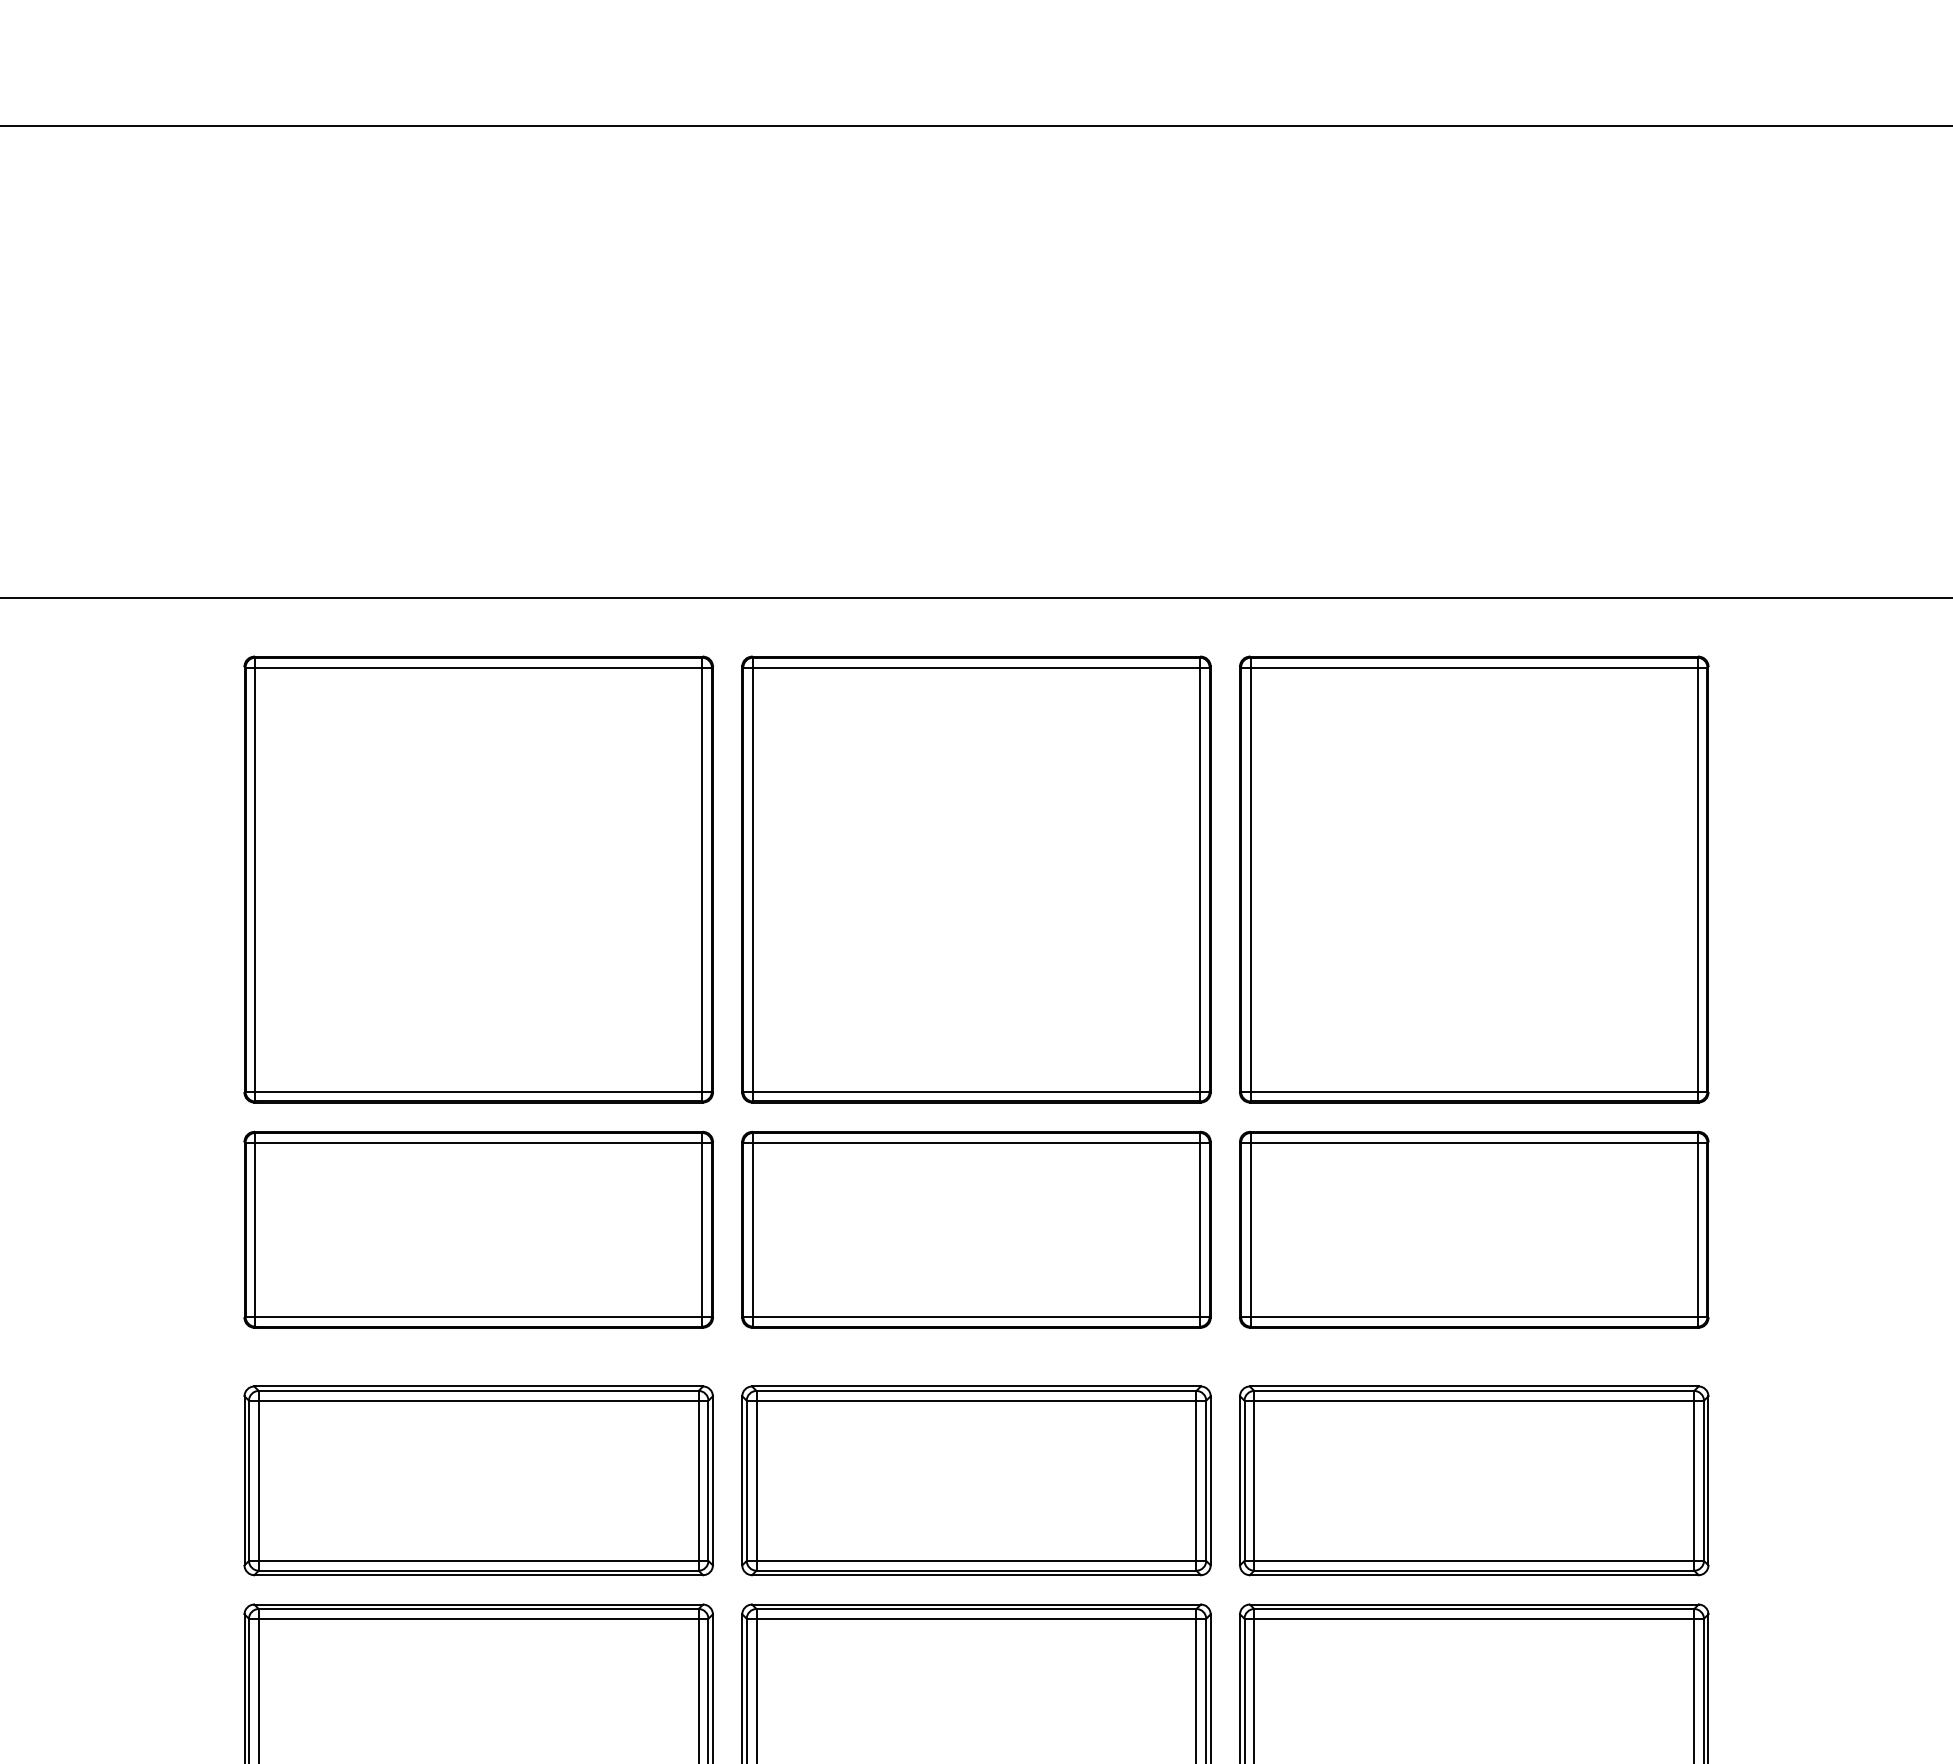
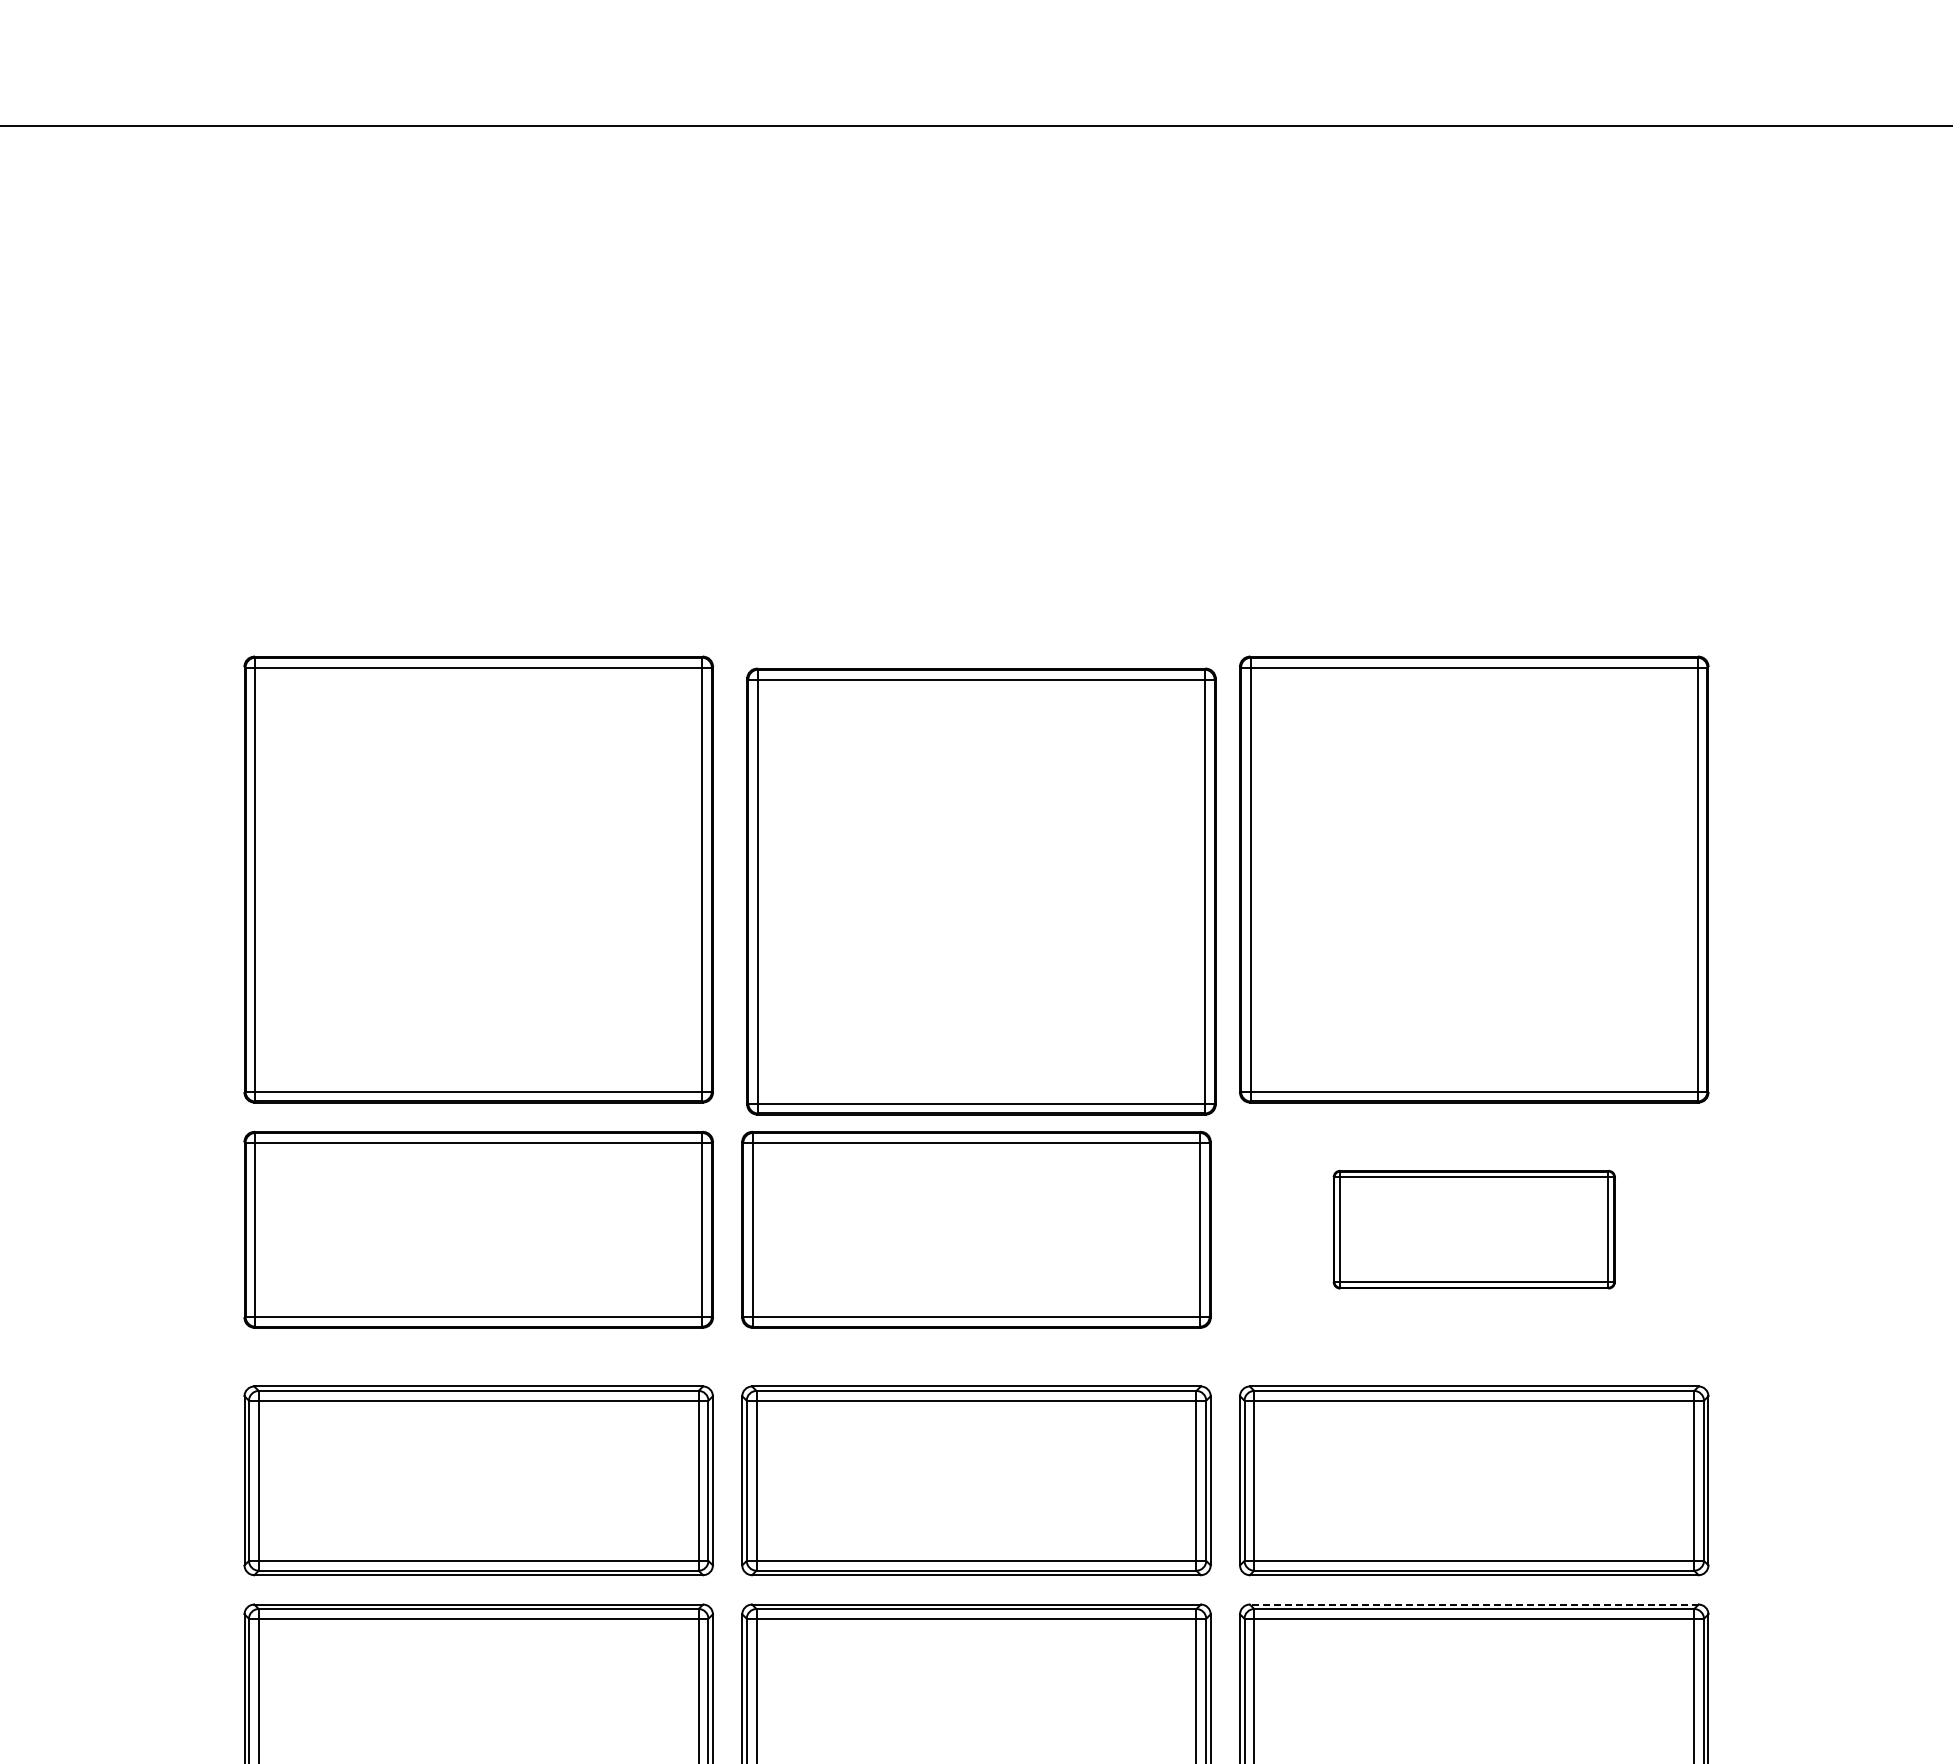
line at (975, 597): present -> none
part at (976, 879) position: (976, 879) -> (981, 891)
part at (1474, 1229) size: 471x199 px -> 284x121 px
line at (1473, 1604): solid -> dashed
